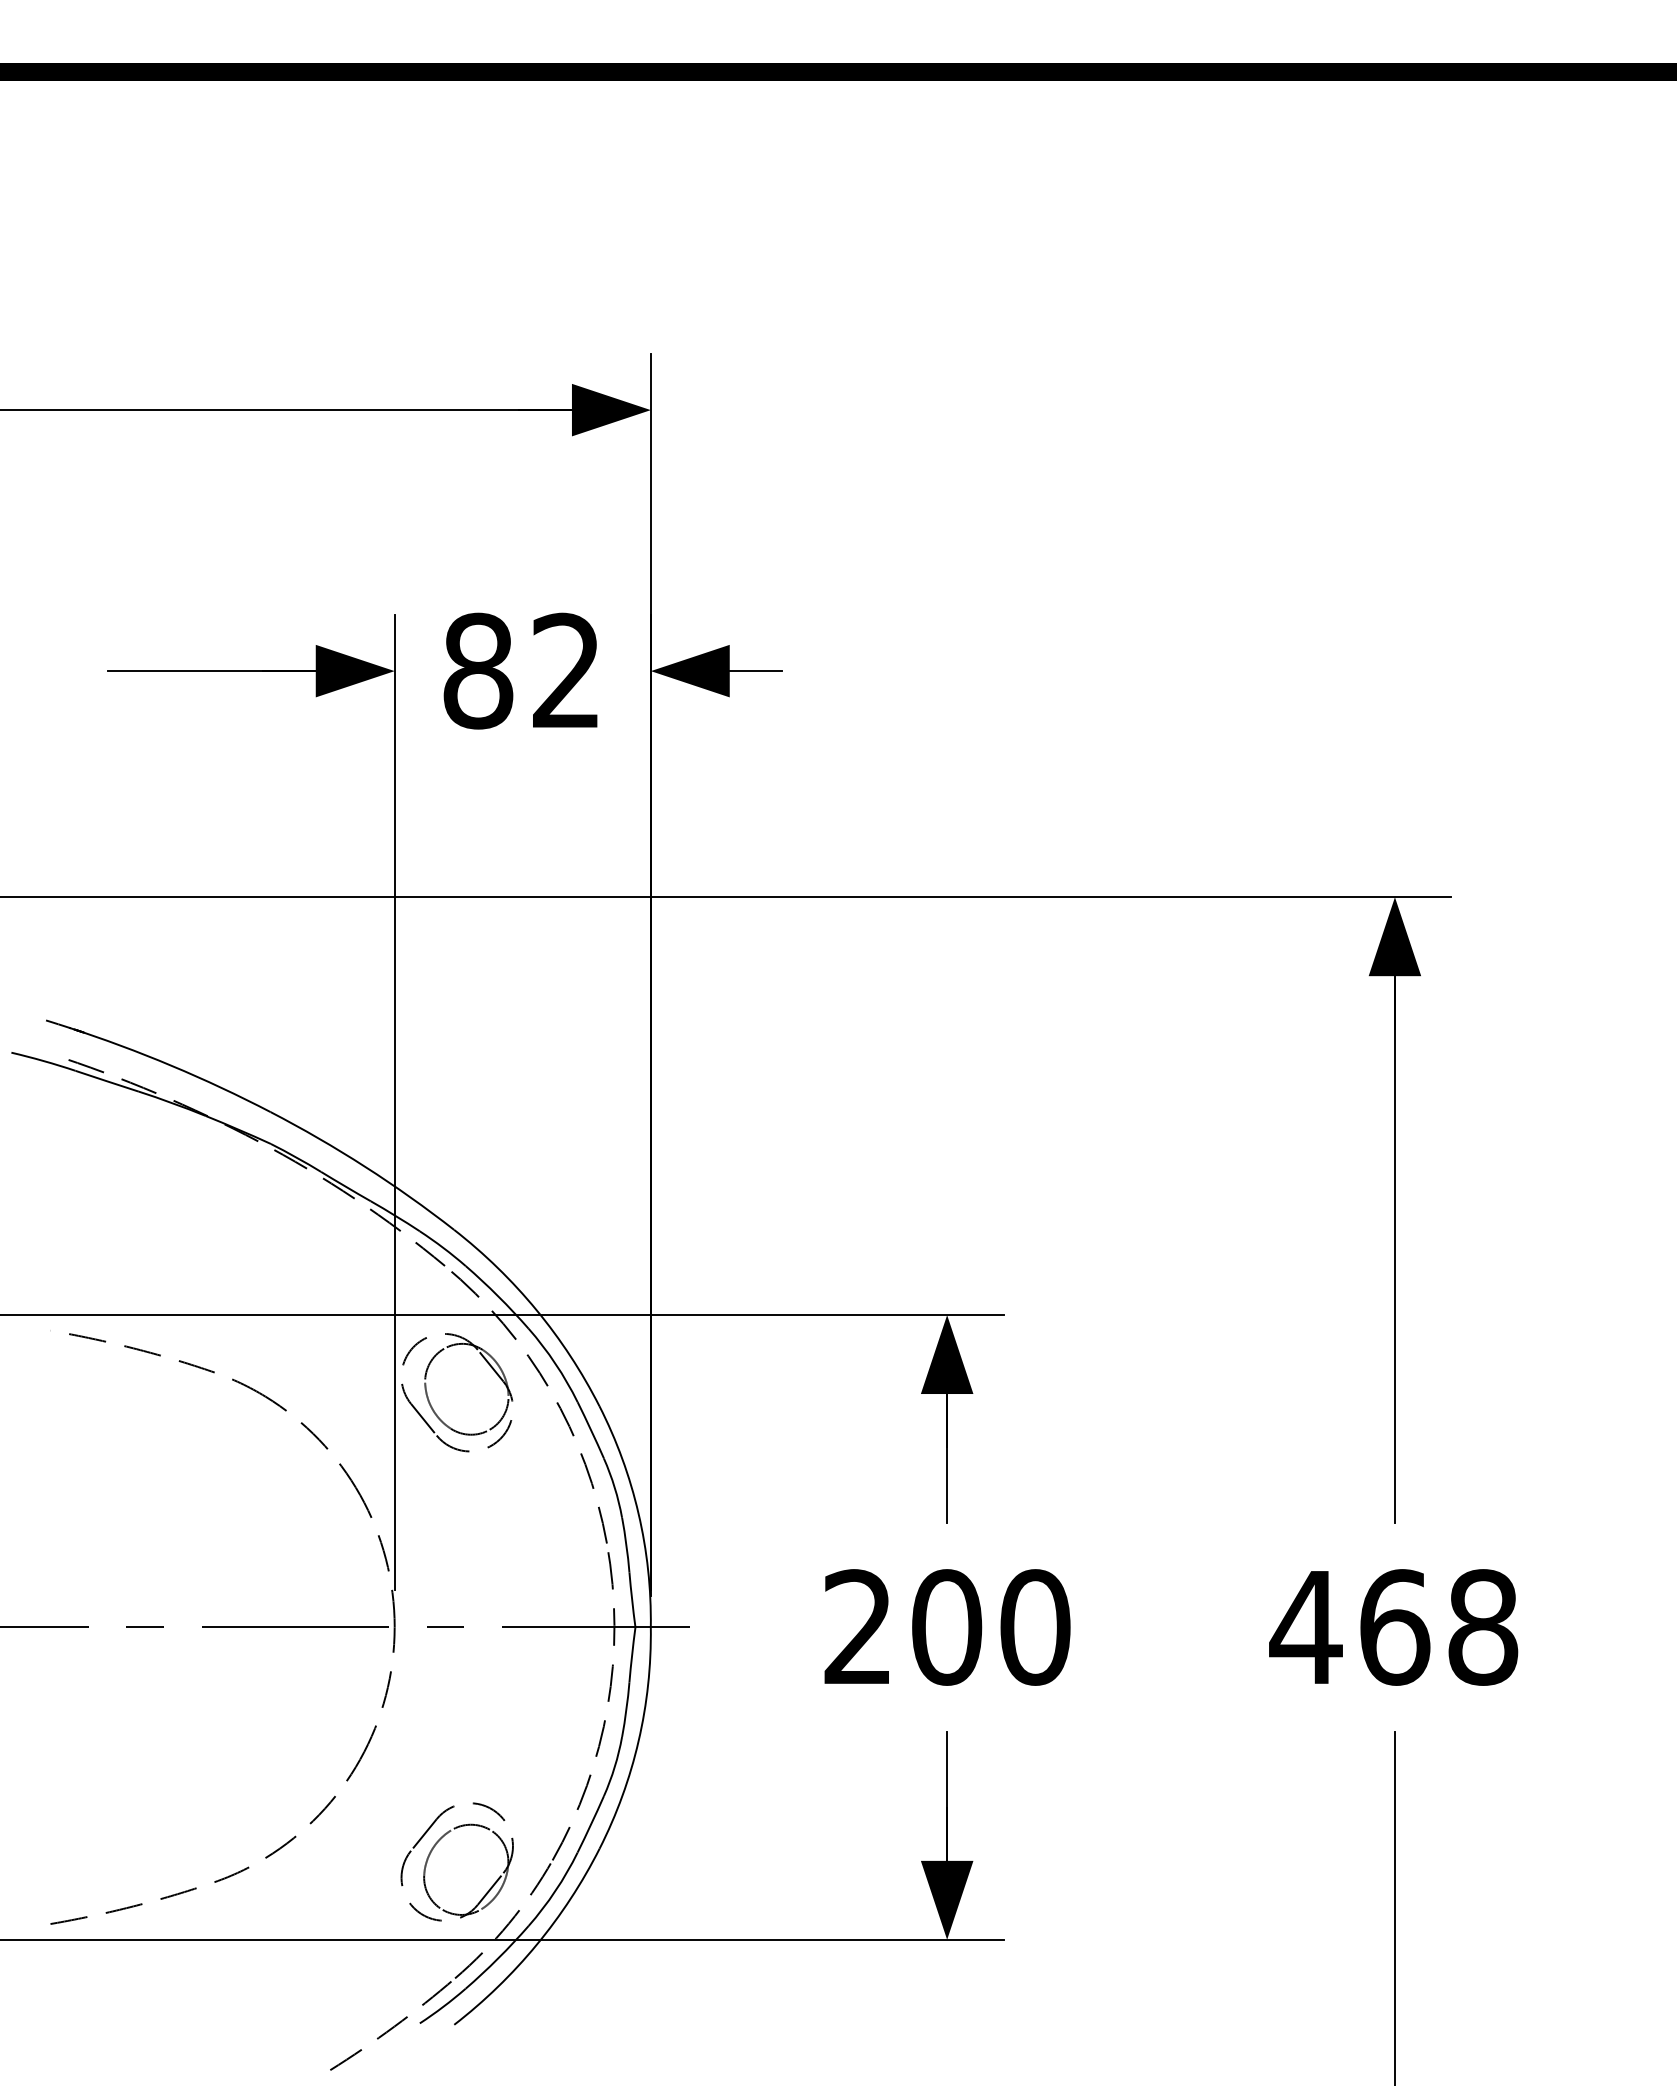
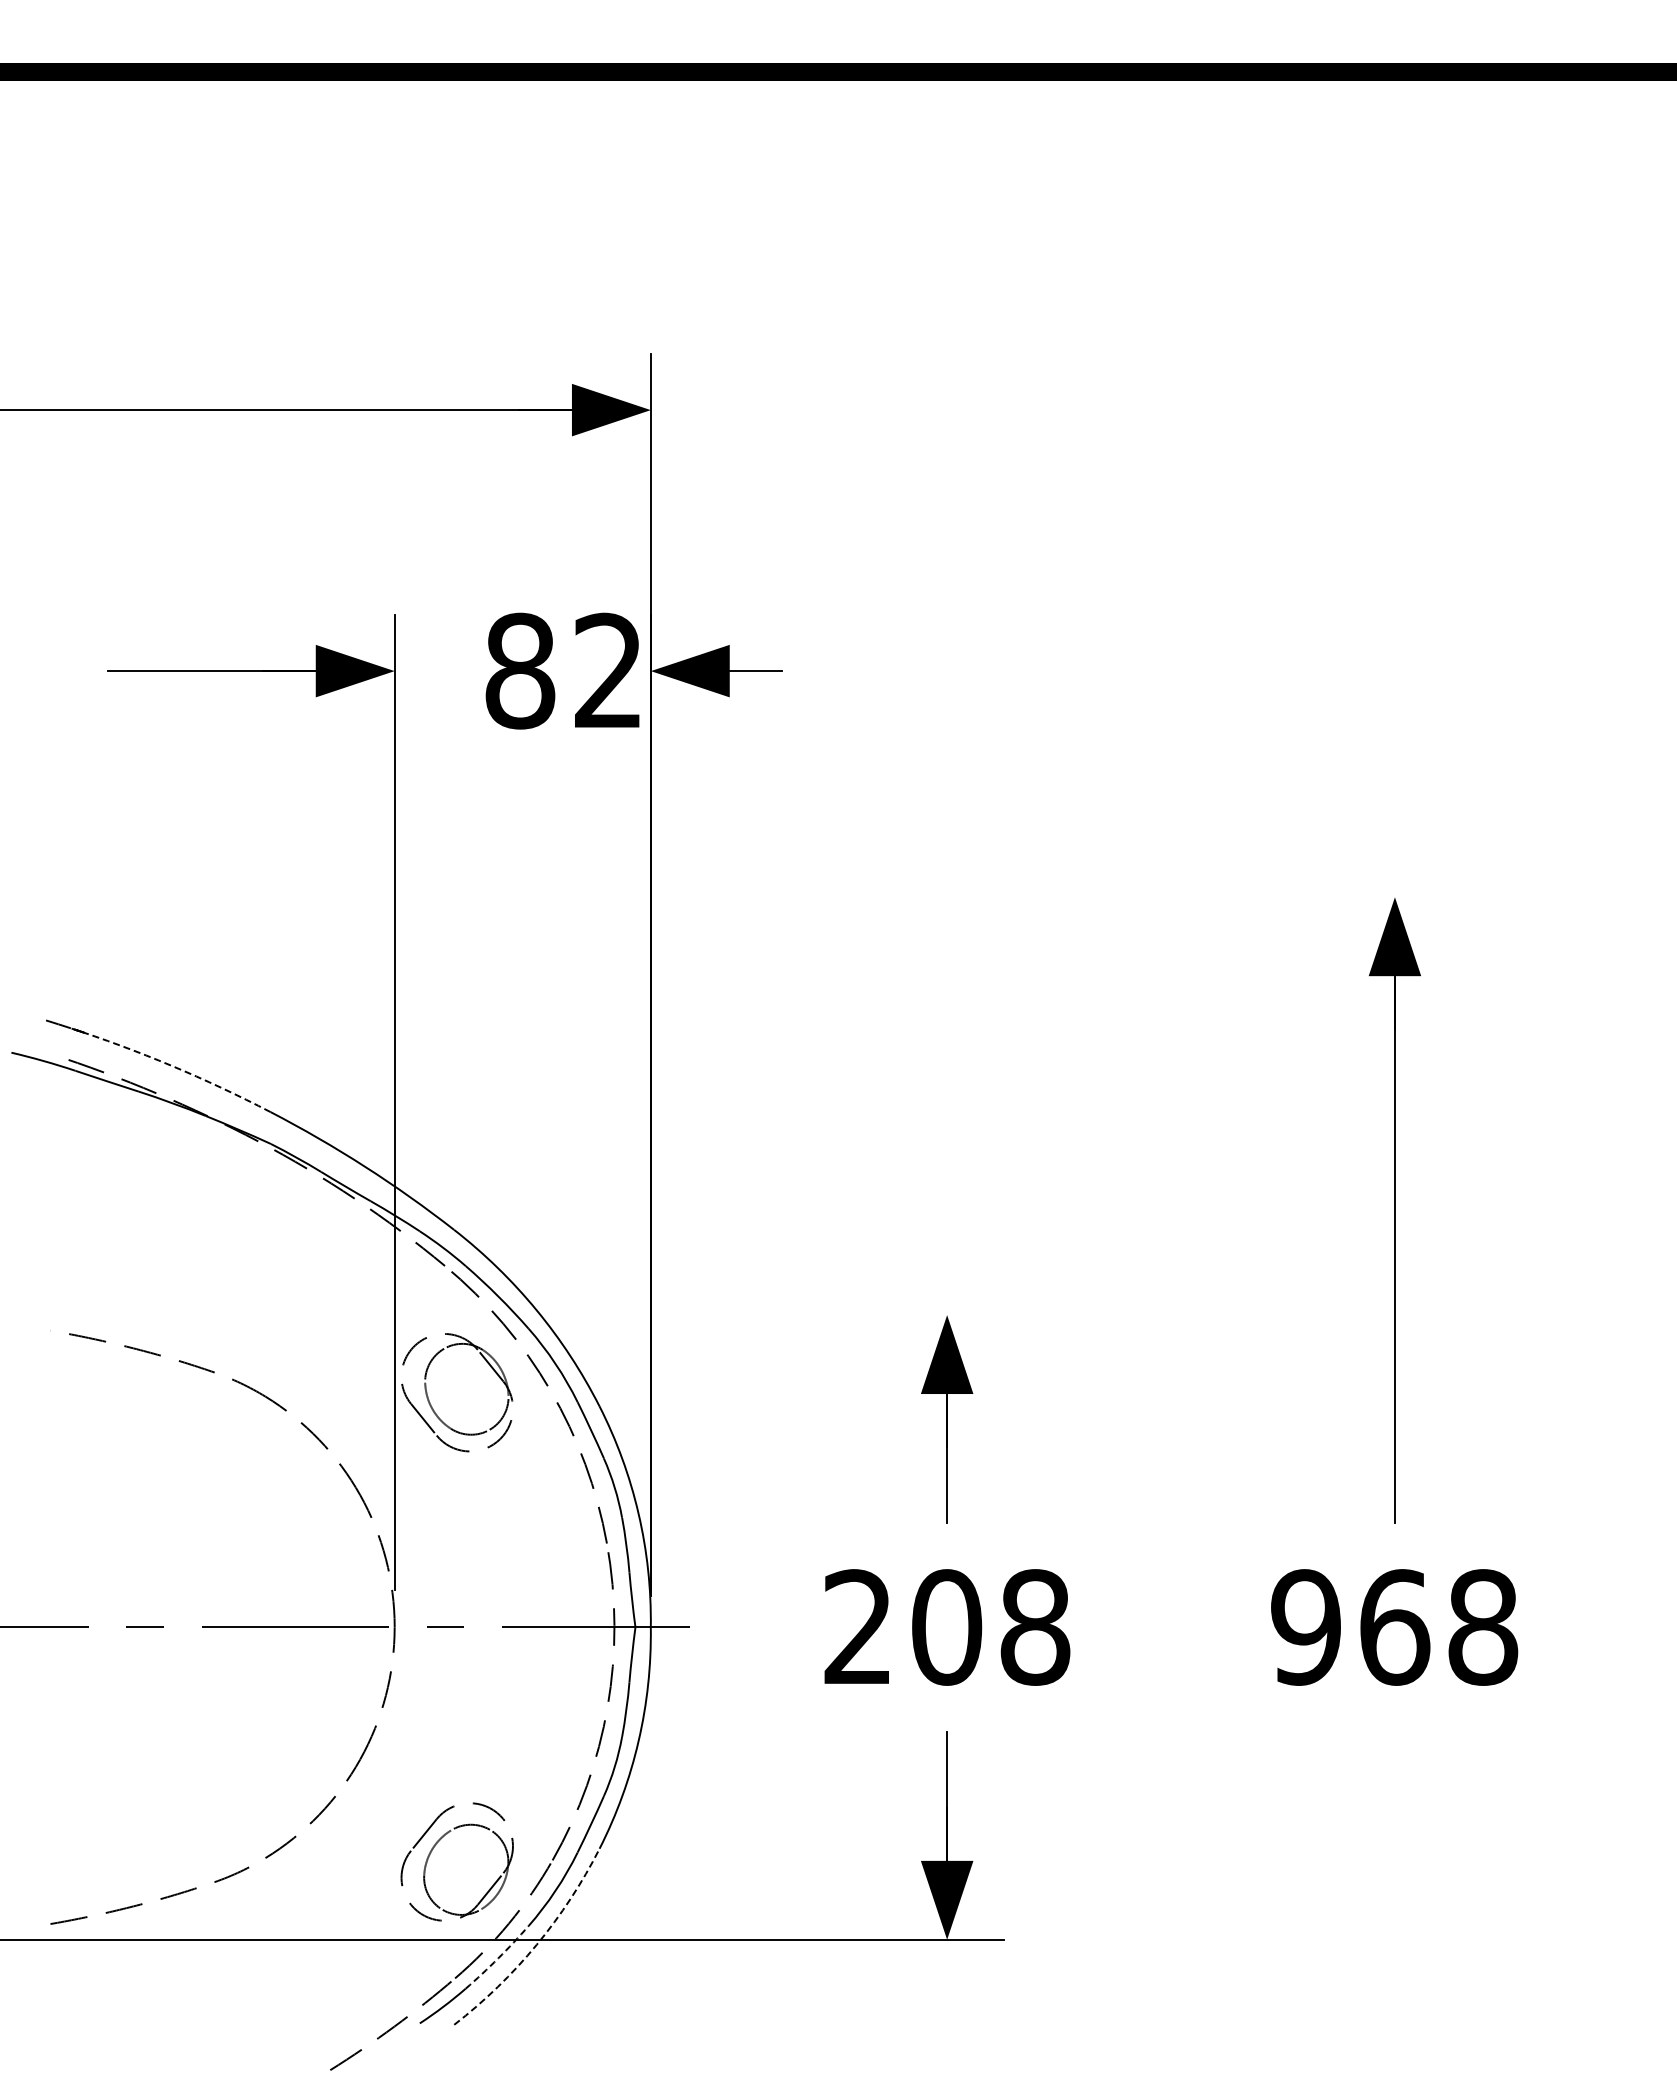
text at (520, 670) position: (520, 670) -> (562, 670)
line at (726, 897): present -> none
arc at (171, 1065): solid -> dashed
line at (502, 1315): present -> none
text at (1035, 1627): 200 -> 208
text at (1305, 1627): 468 -> 968
line at (1394, 1907): present -> none
arc at (536, 1944): solid -> dashed
arc at (498, 1958): solid -> dashed
